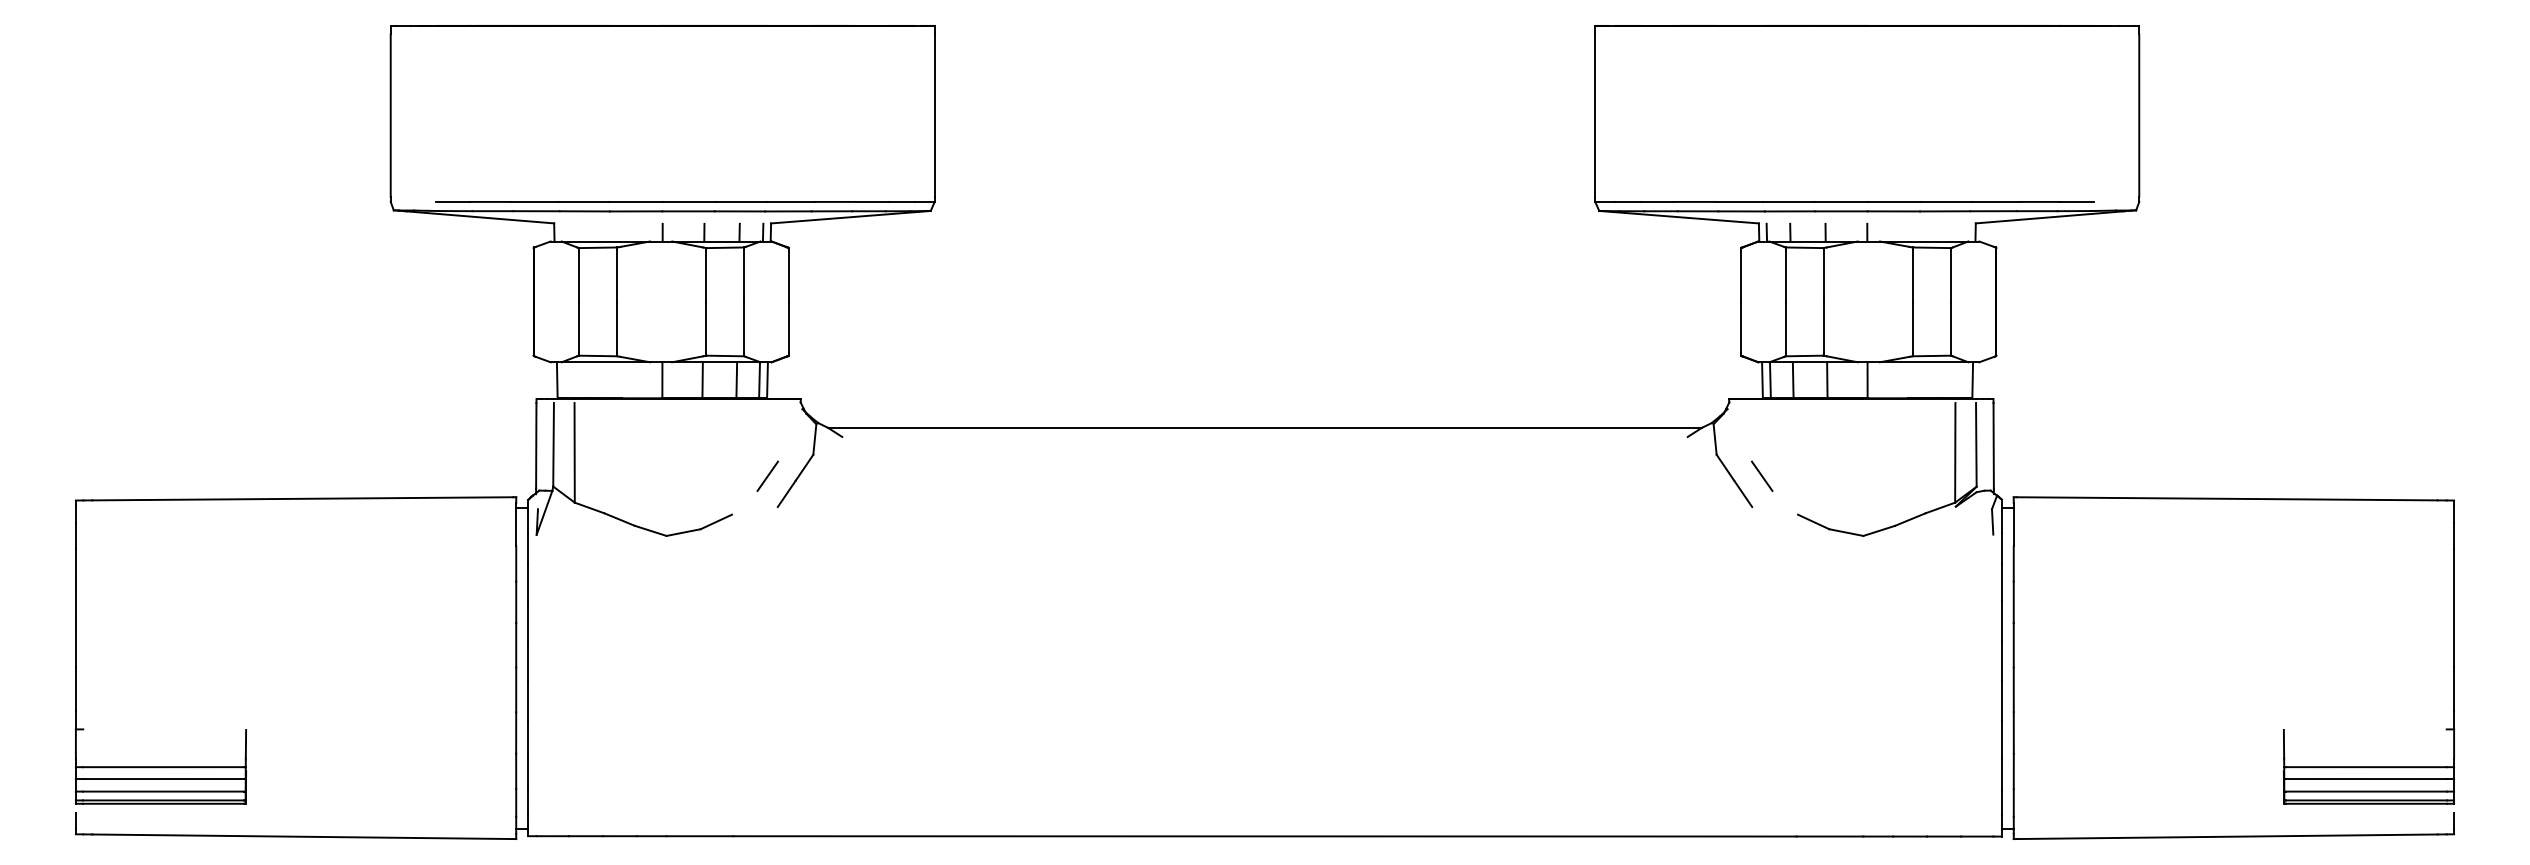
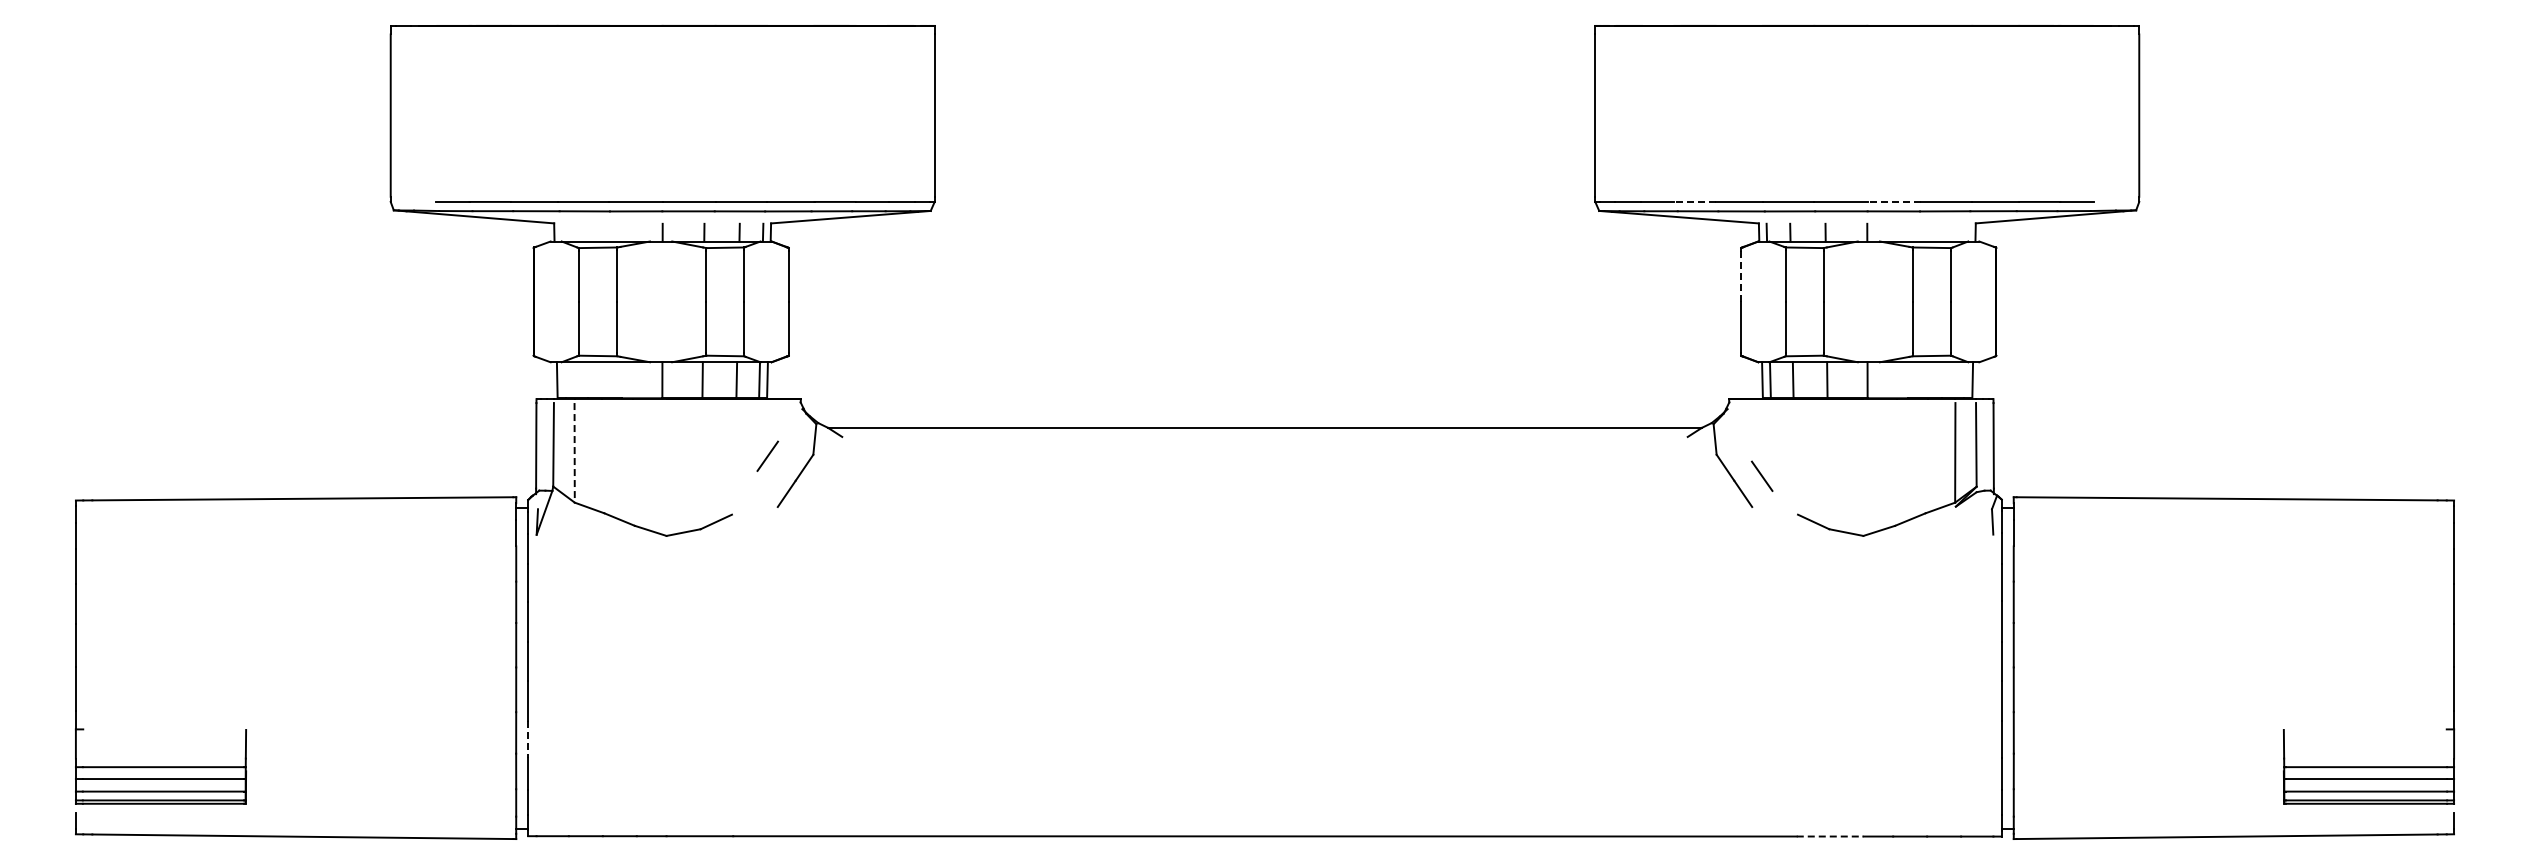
line at (1694, 201): solid -> dashed
line at (1894, 201): solid -> dashed
line at (1741, 276): solid -> dashed
line at (574, 452): solid -> dashed
line at (767, 475) position: (767, 475) -> (767, 455)
line at (528, 740): solid -> dashed
line at (1830, 836): solid -> dashed
